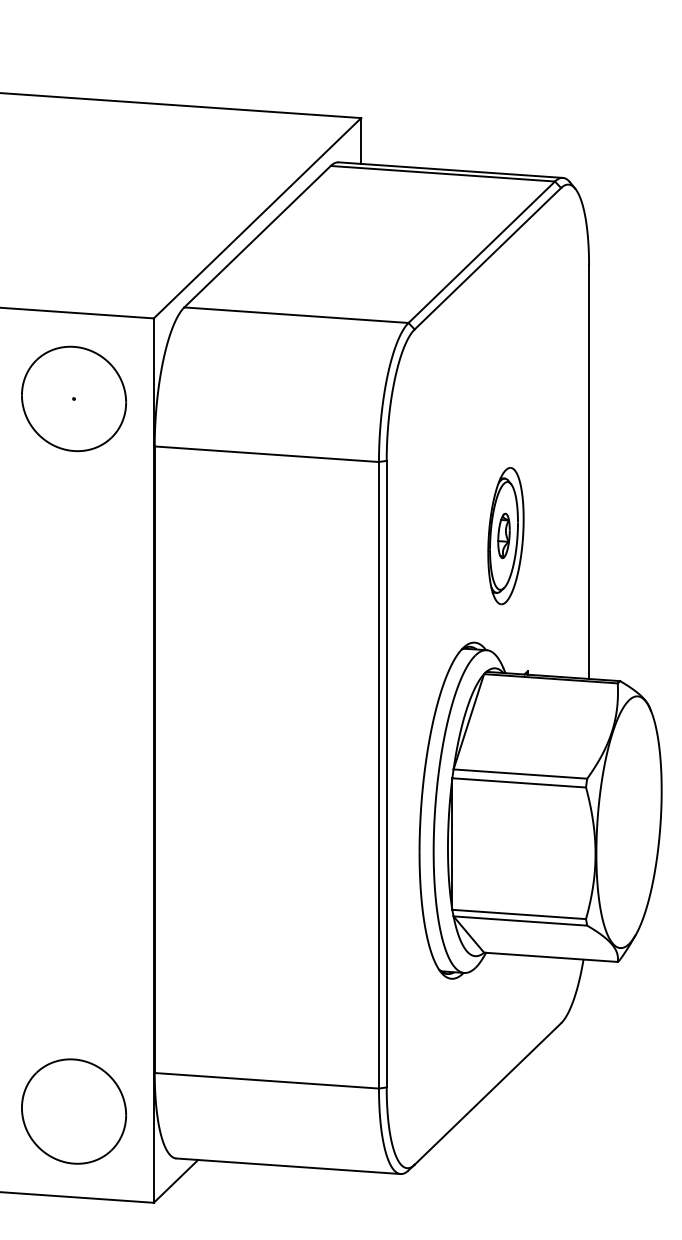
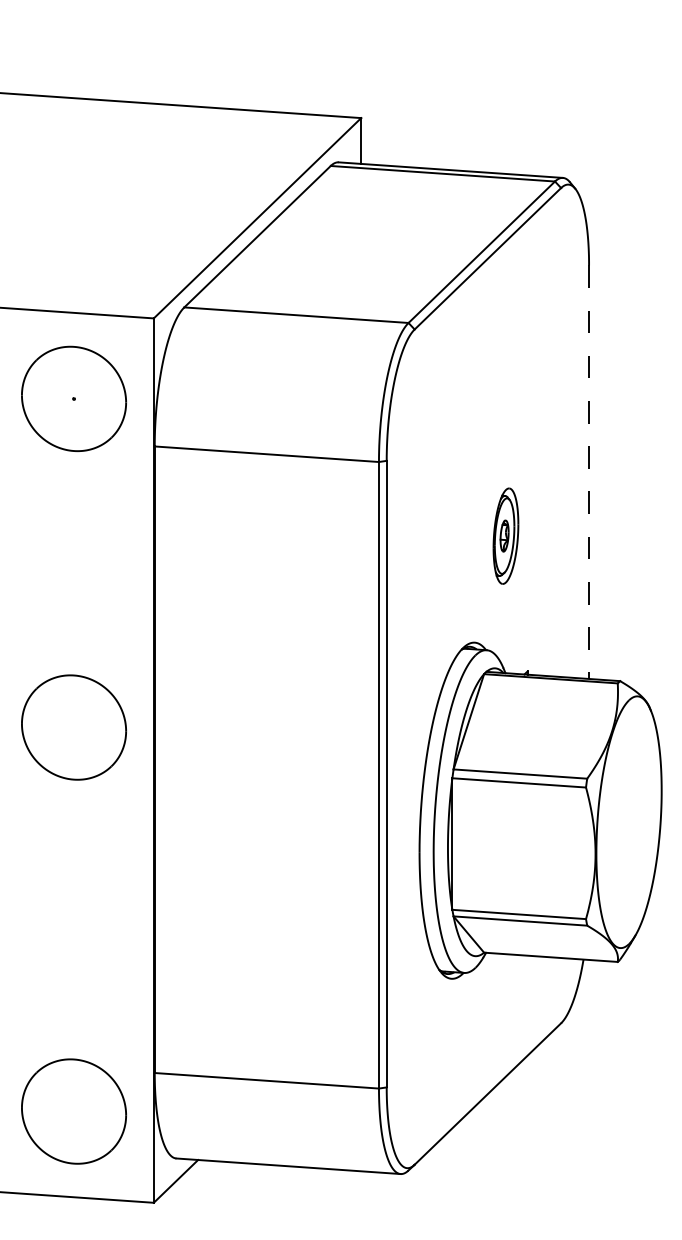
line at (589, 472): solid -> dashed
part at (505, 536) size: 38x139 px -> 28x98 px
part at (73, 727): none -> present
